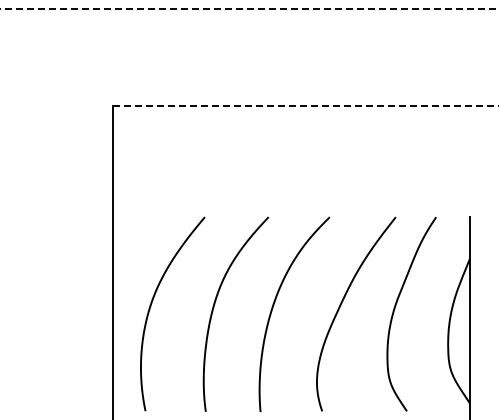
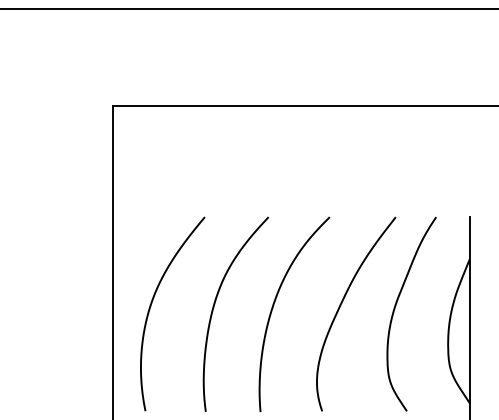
line at (249, 8): dashed -> solid
line at (305, 105): dashed -> solid
